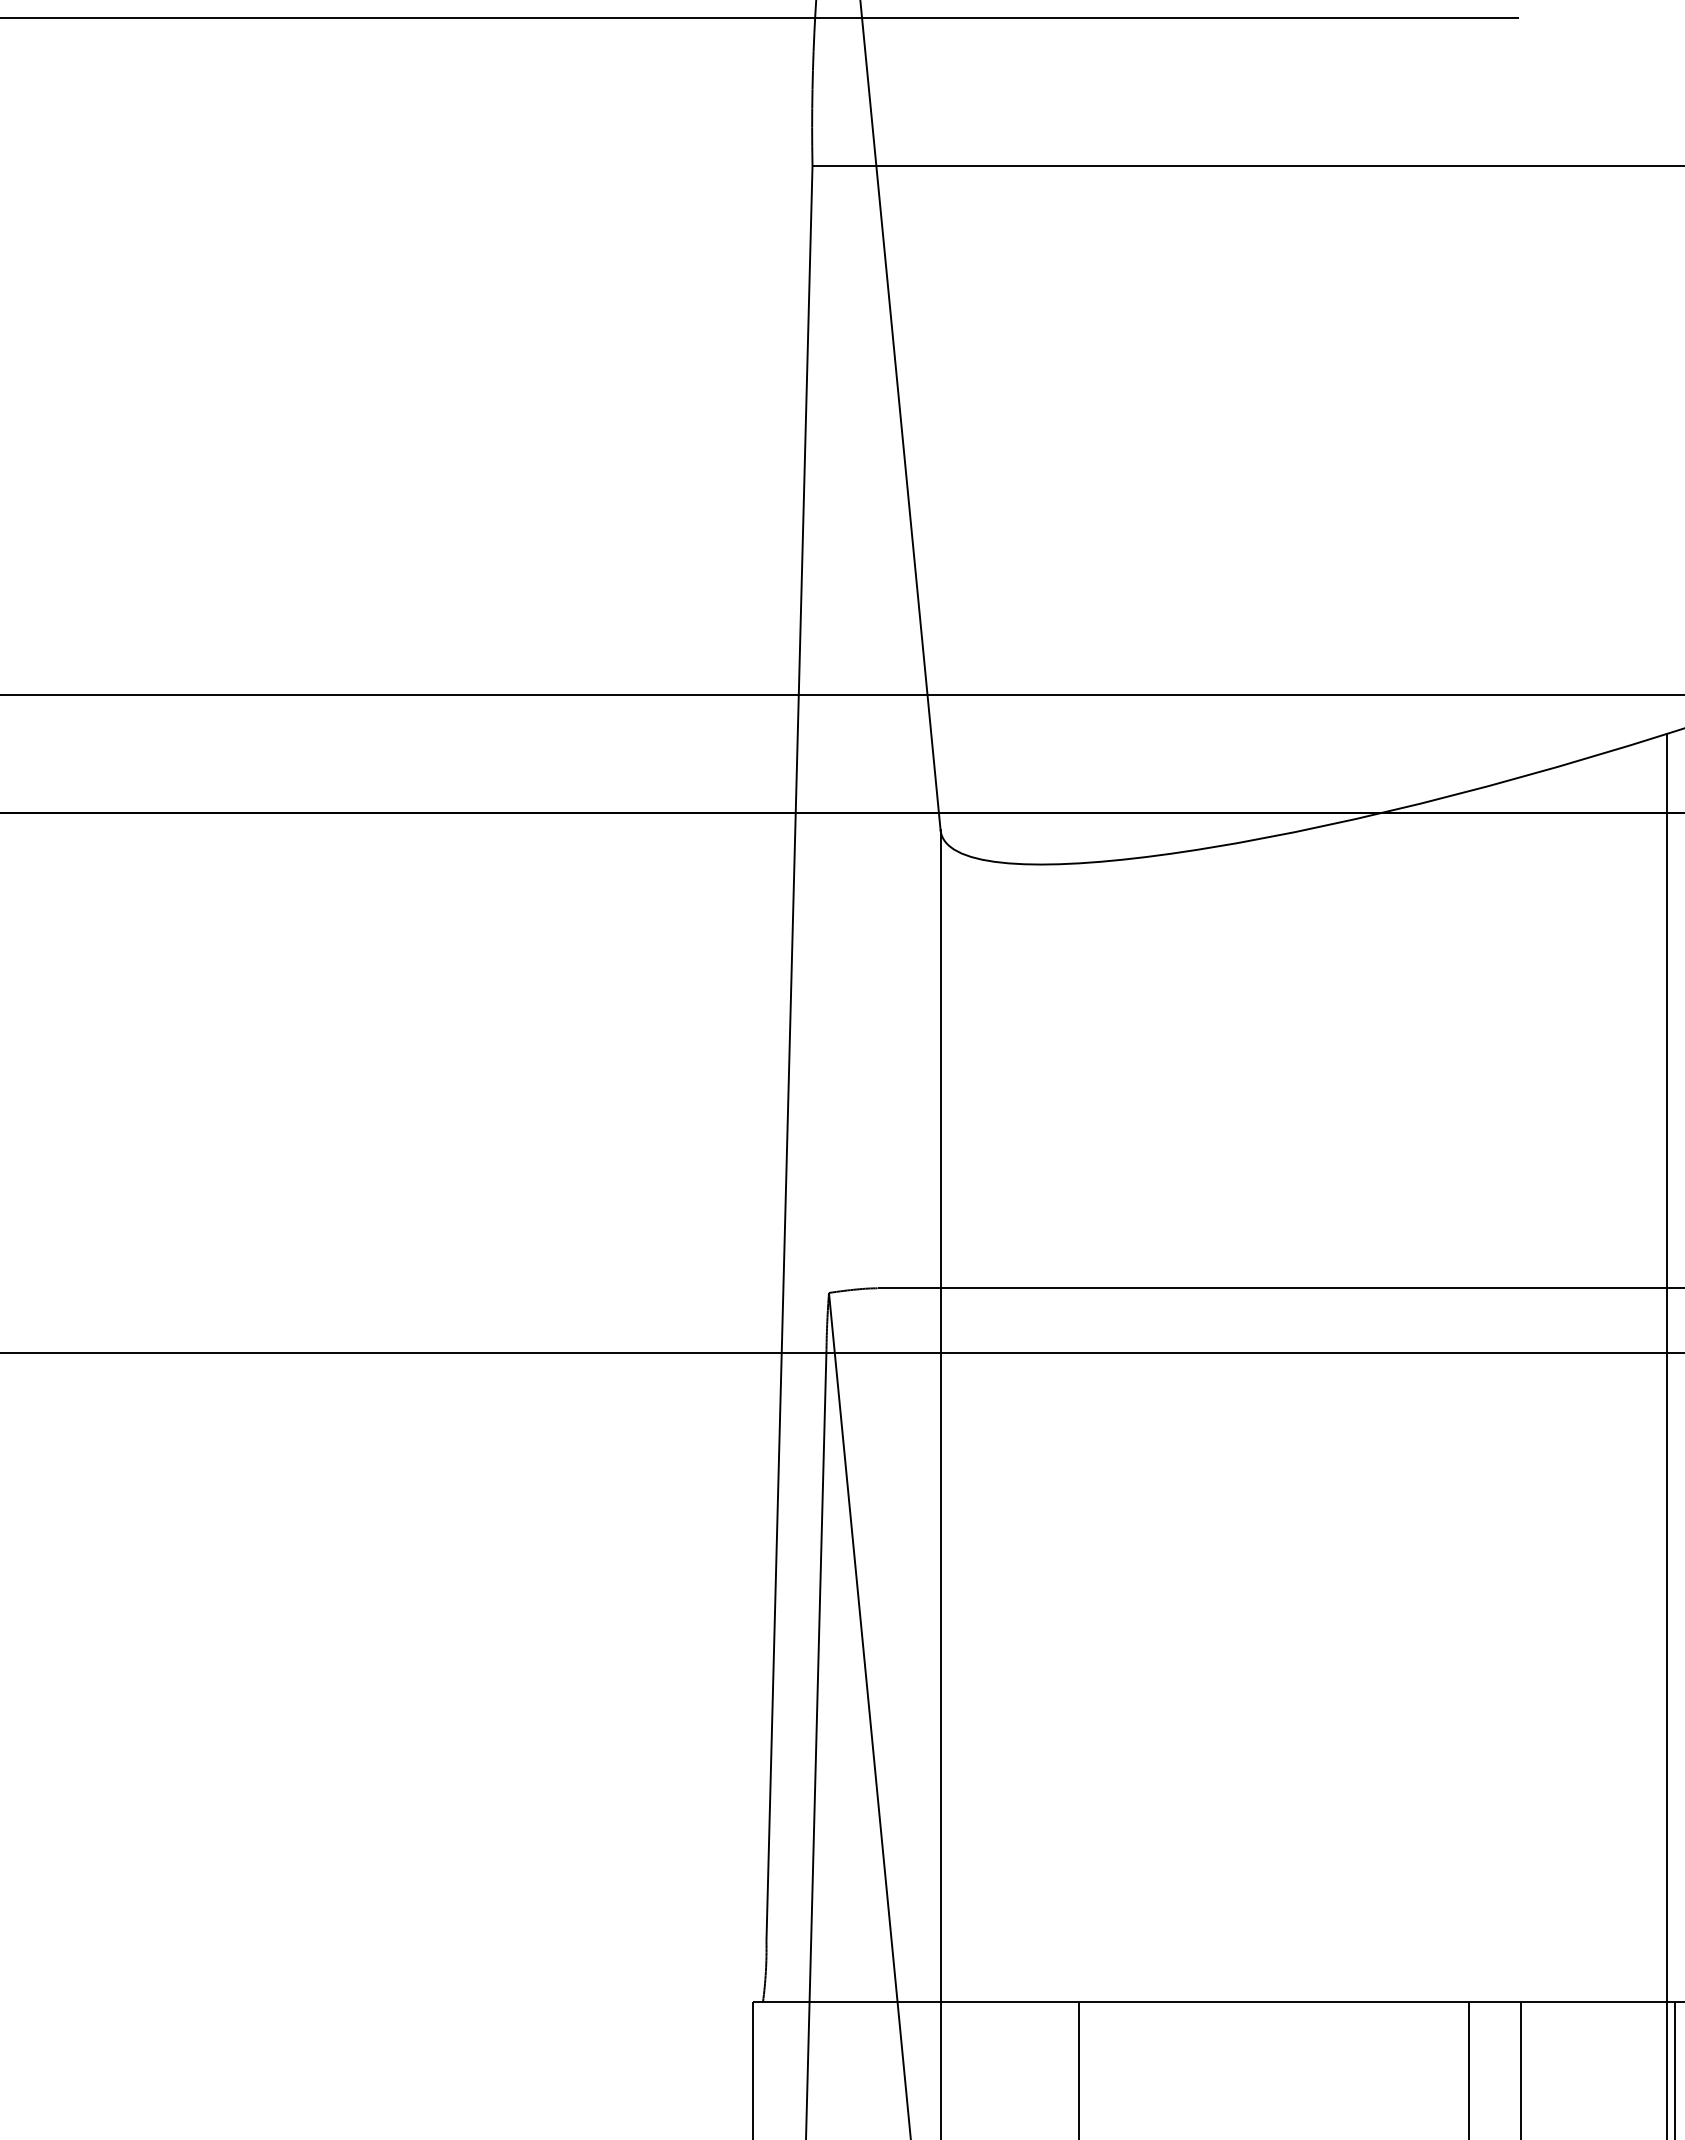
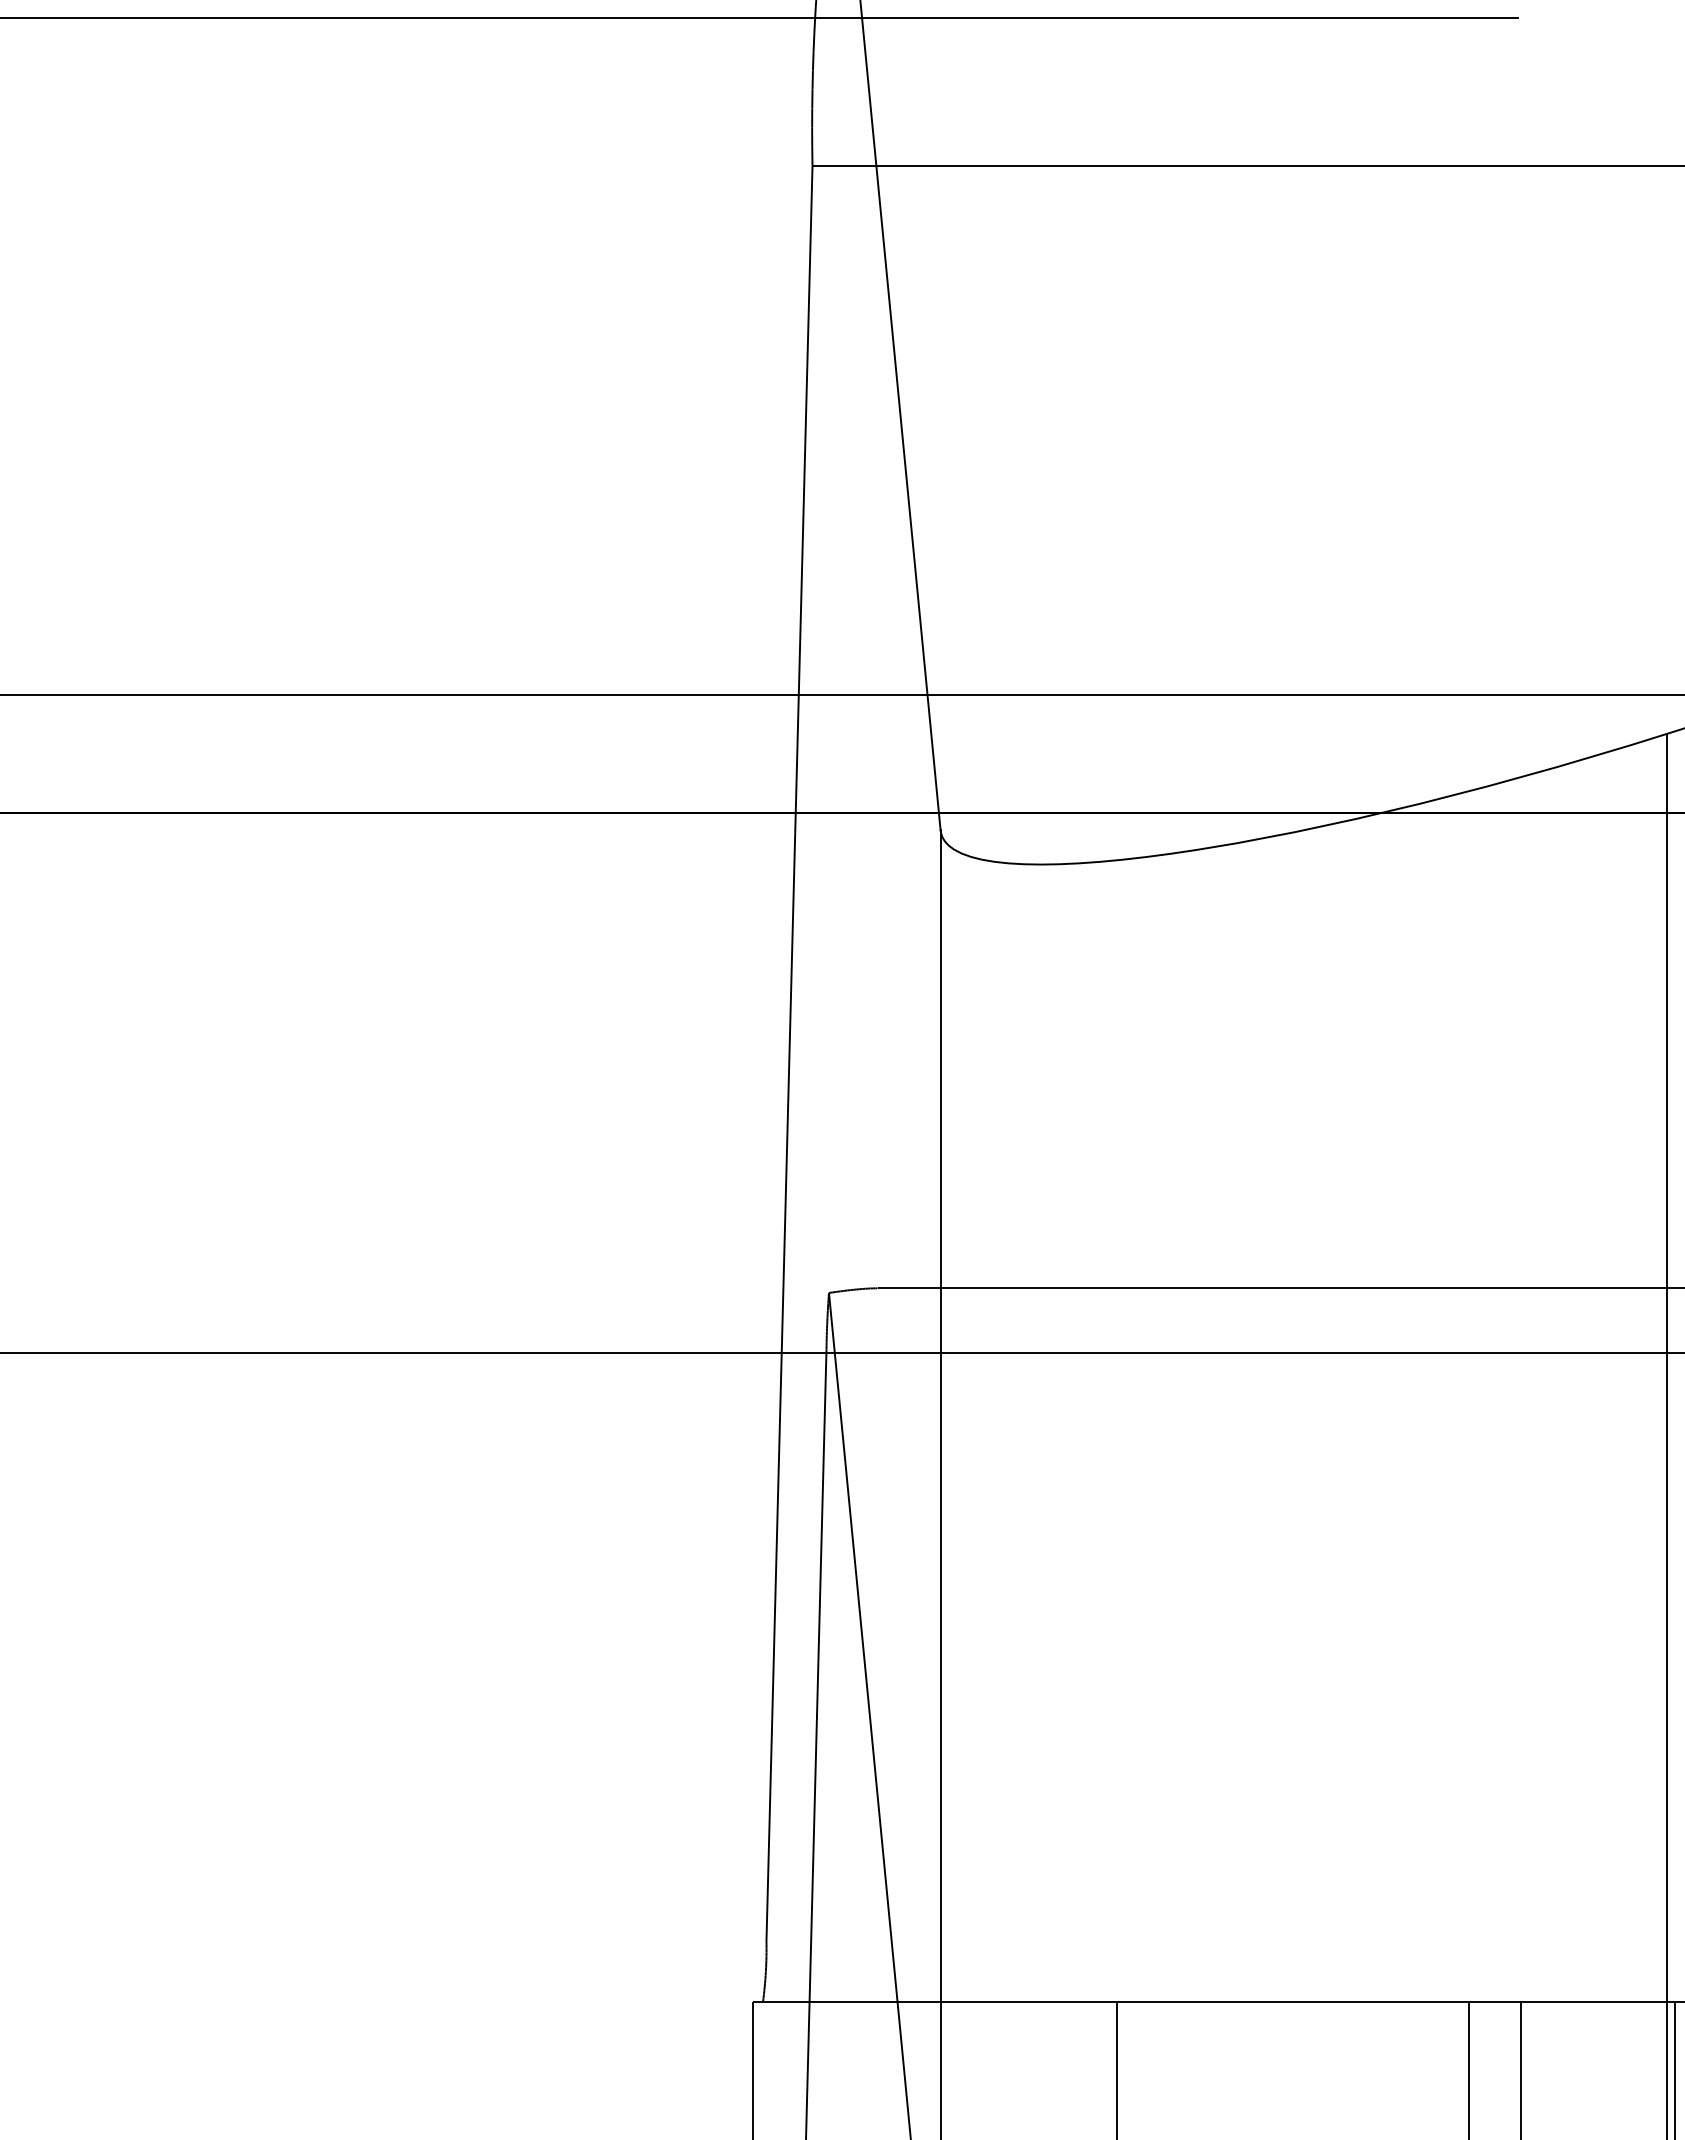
line at (1079, 2069) position: (1079, 2069) -> (1117, 2069)
